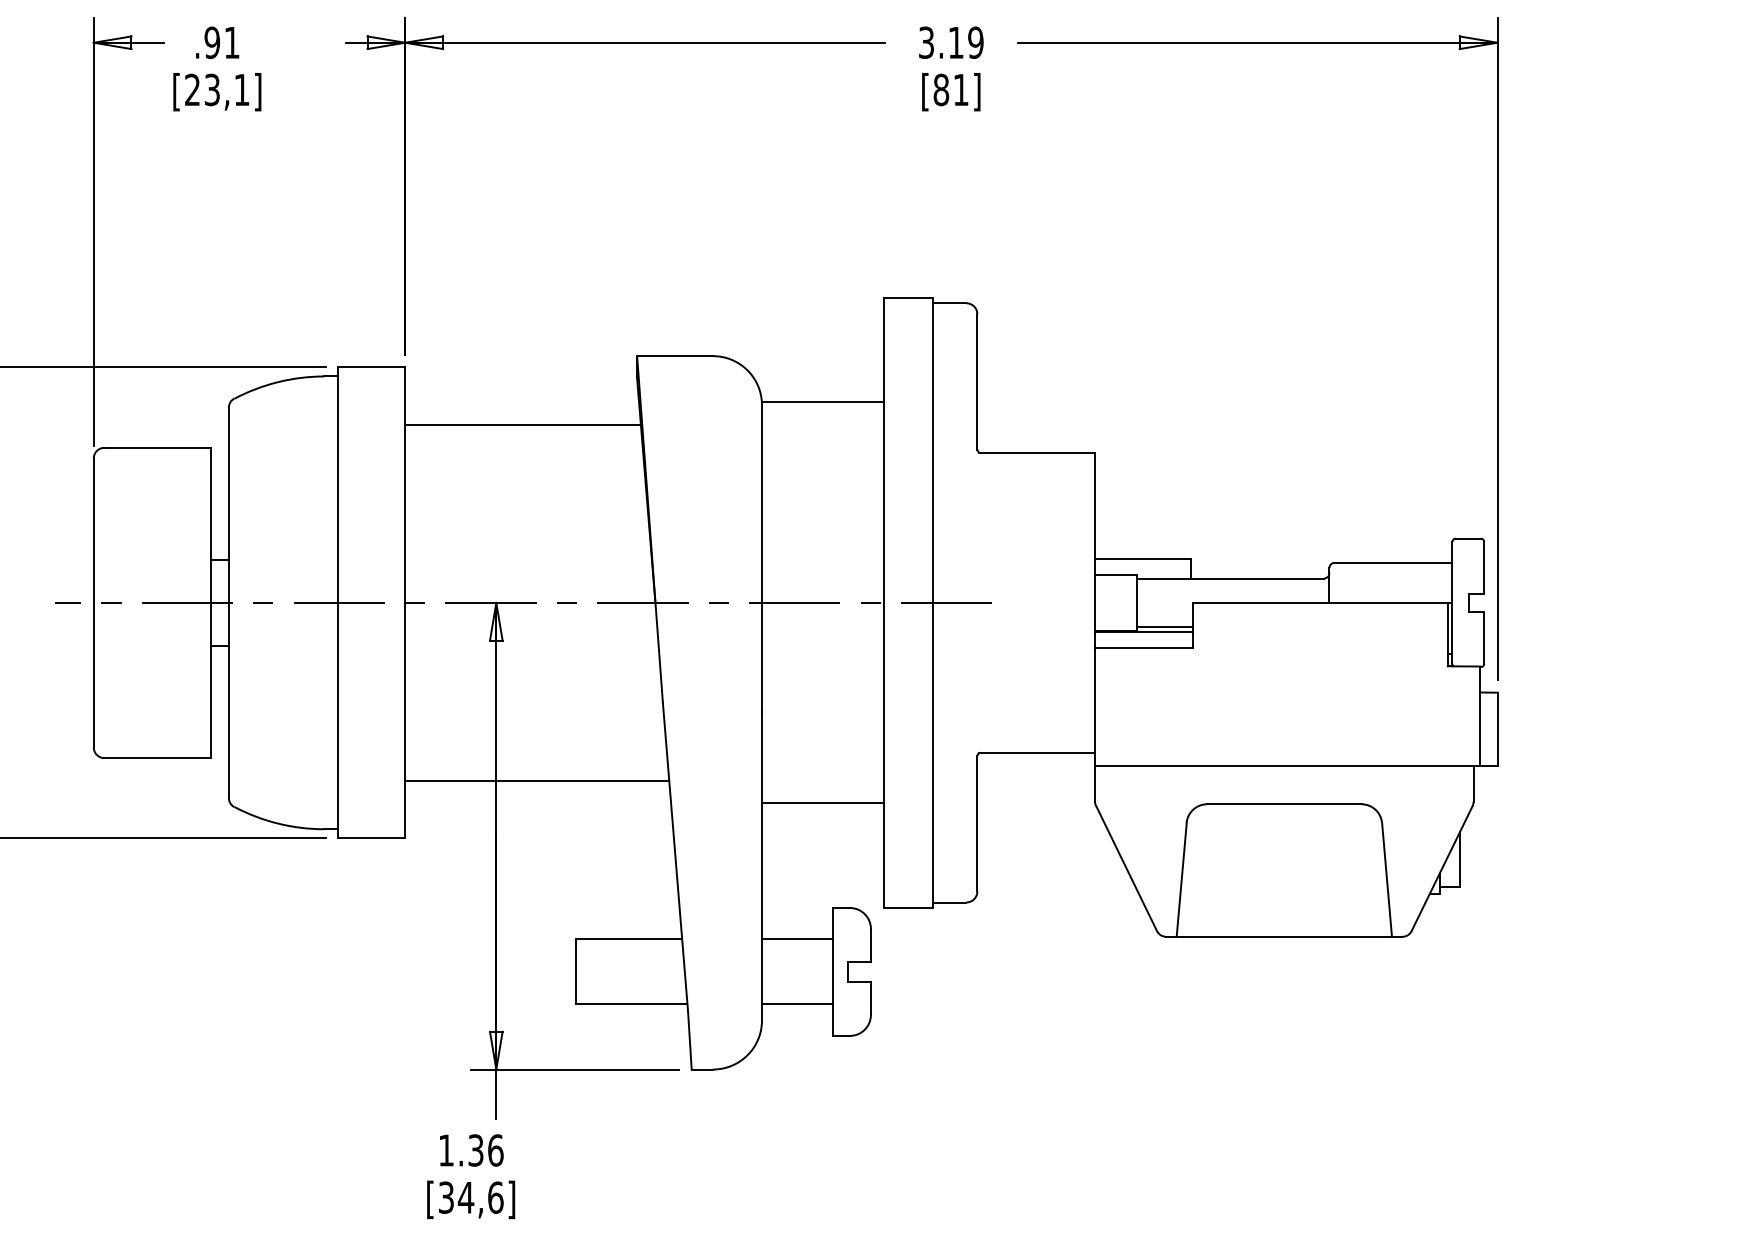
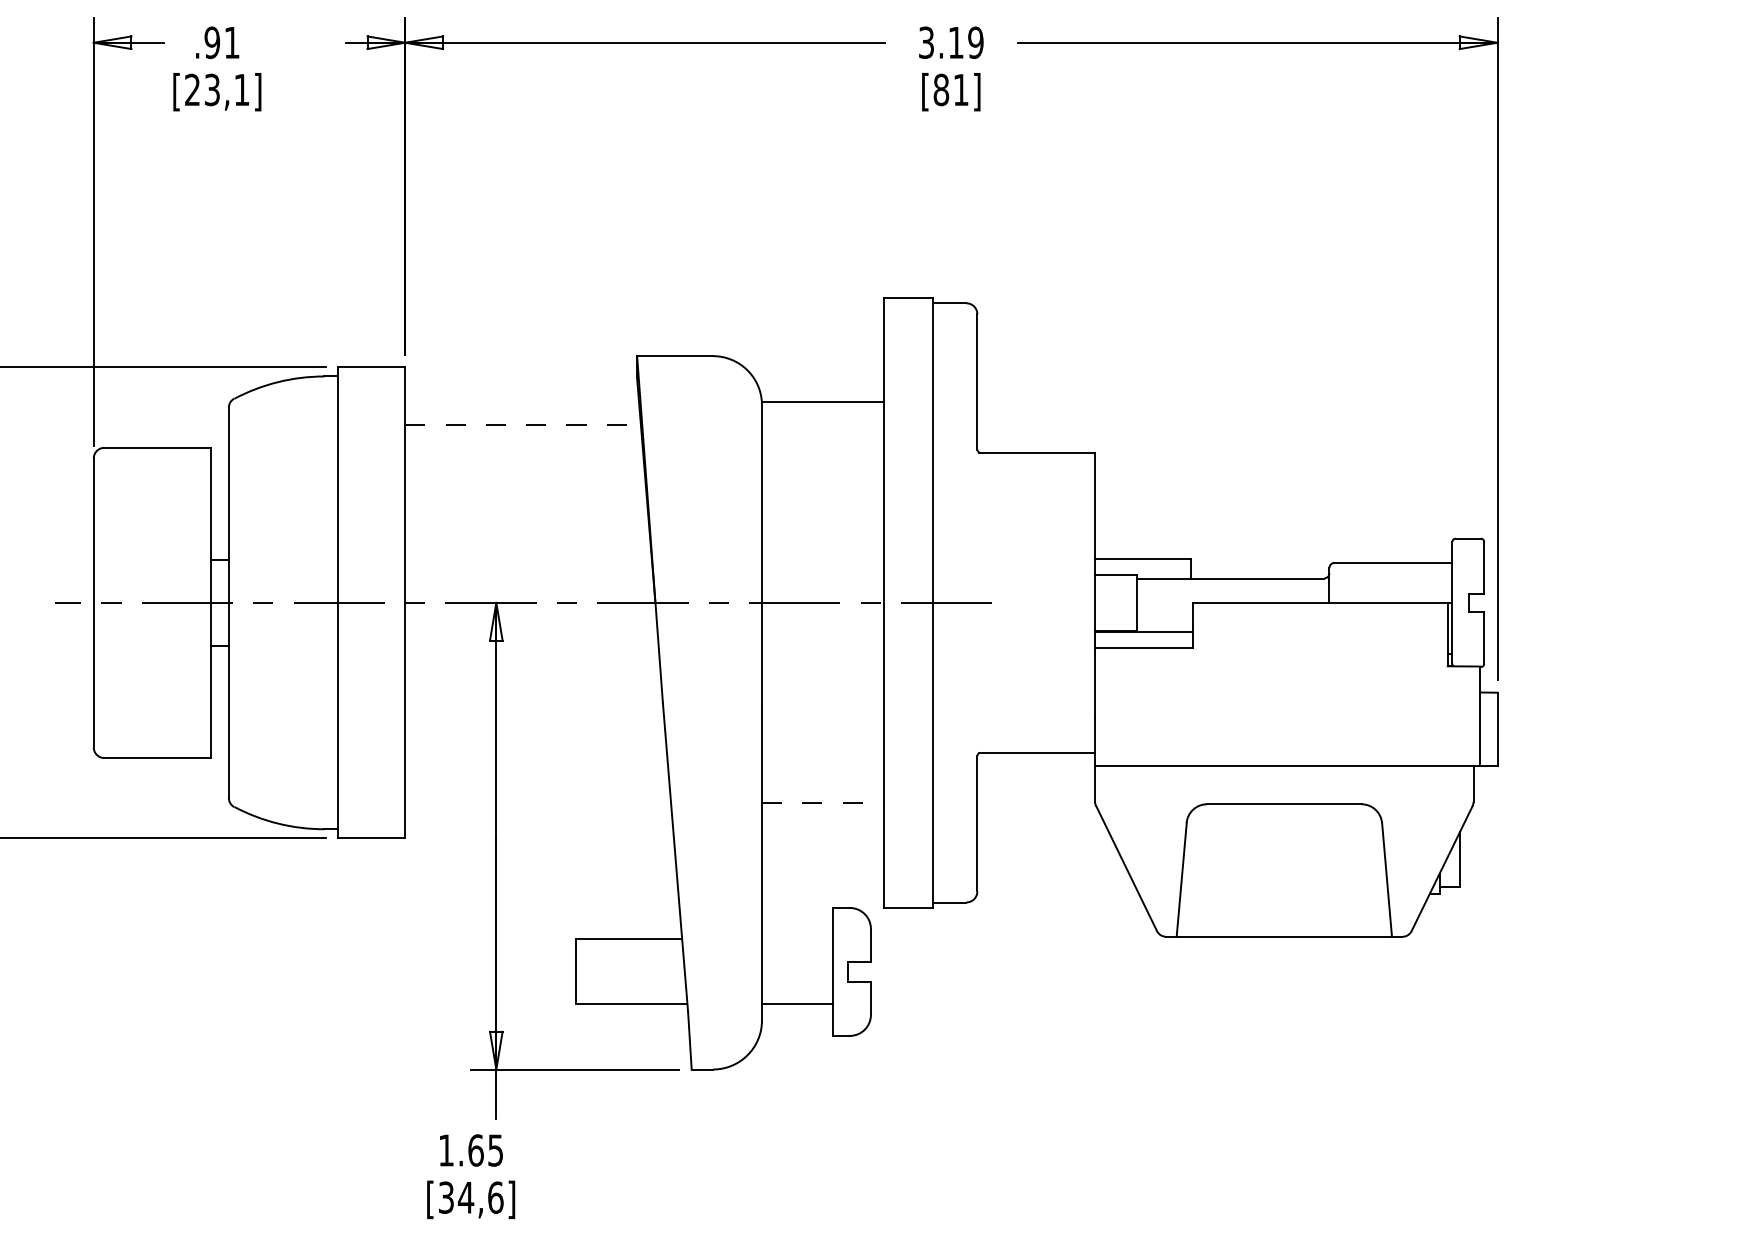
line at (523, 424): solid -> dashed
line at (1164, 627): present -> none
line at (537, 780): present -> none
line at (822, 803): solid -> dashed
line at (797, 939): present -> none
text at (485, 1150): 1.36 -> 1.65
